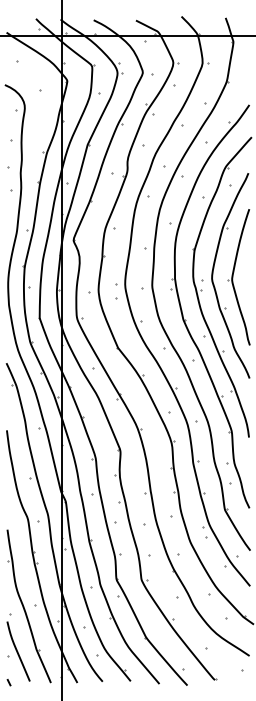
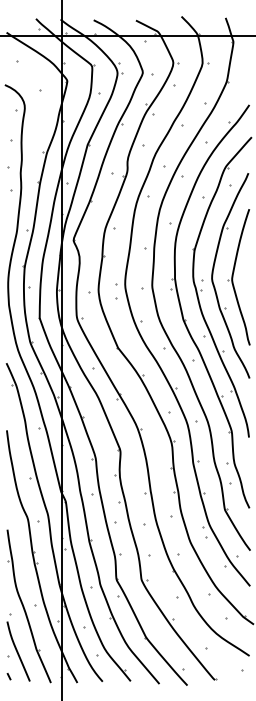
line at (8, 682) position: (8, 682) -> (8, 676)
